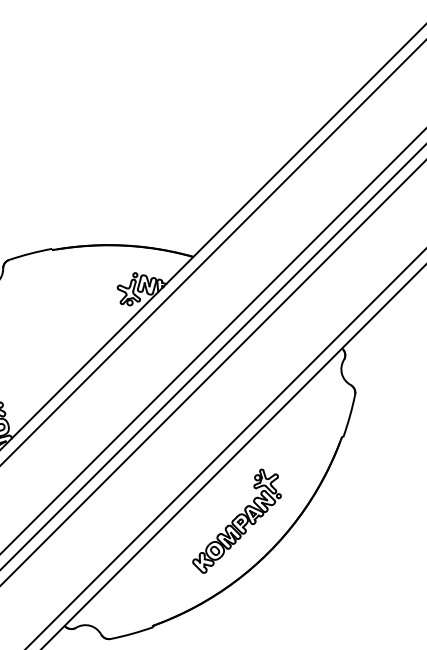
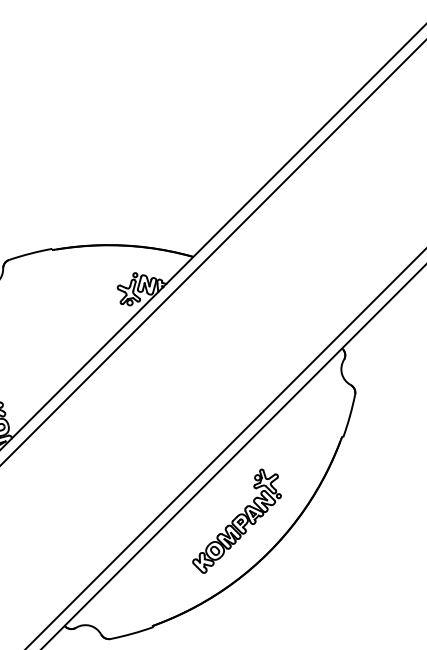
line at (212, 341): present -> none
line at (212, 357): present -> none
line at (212, 373): present -> none
